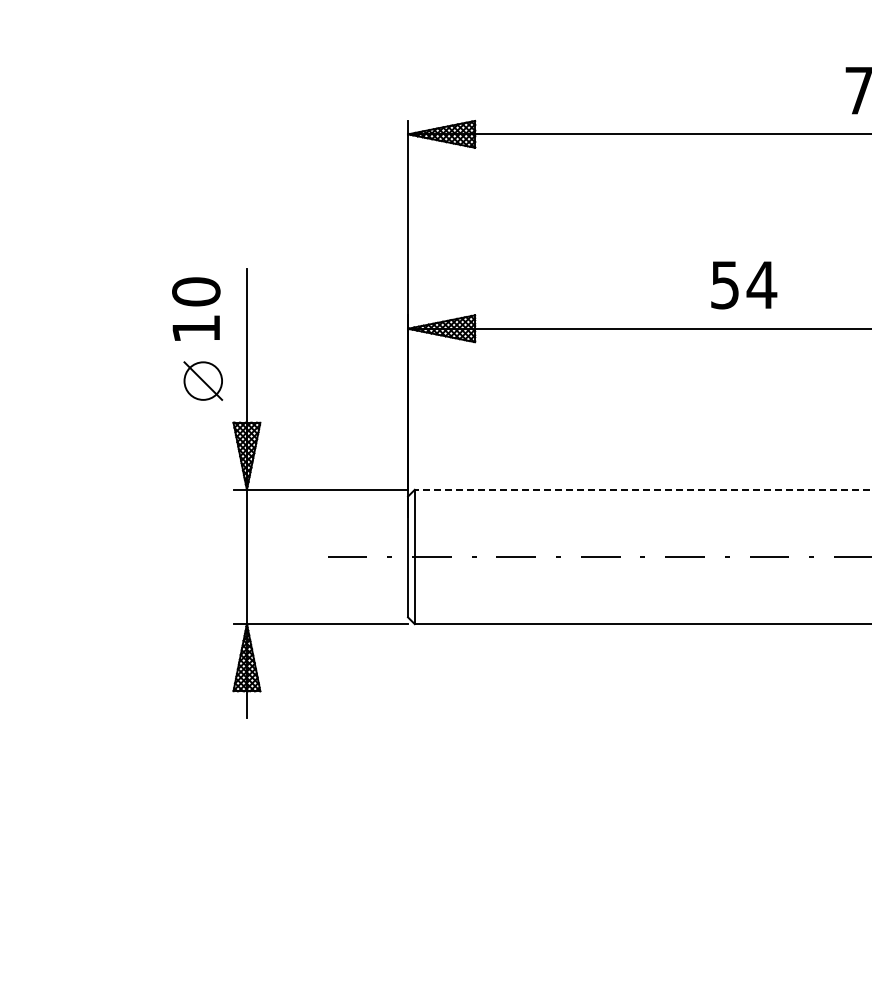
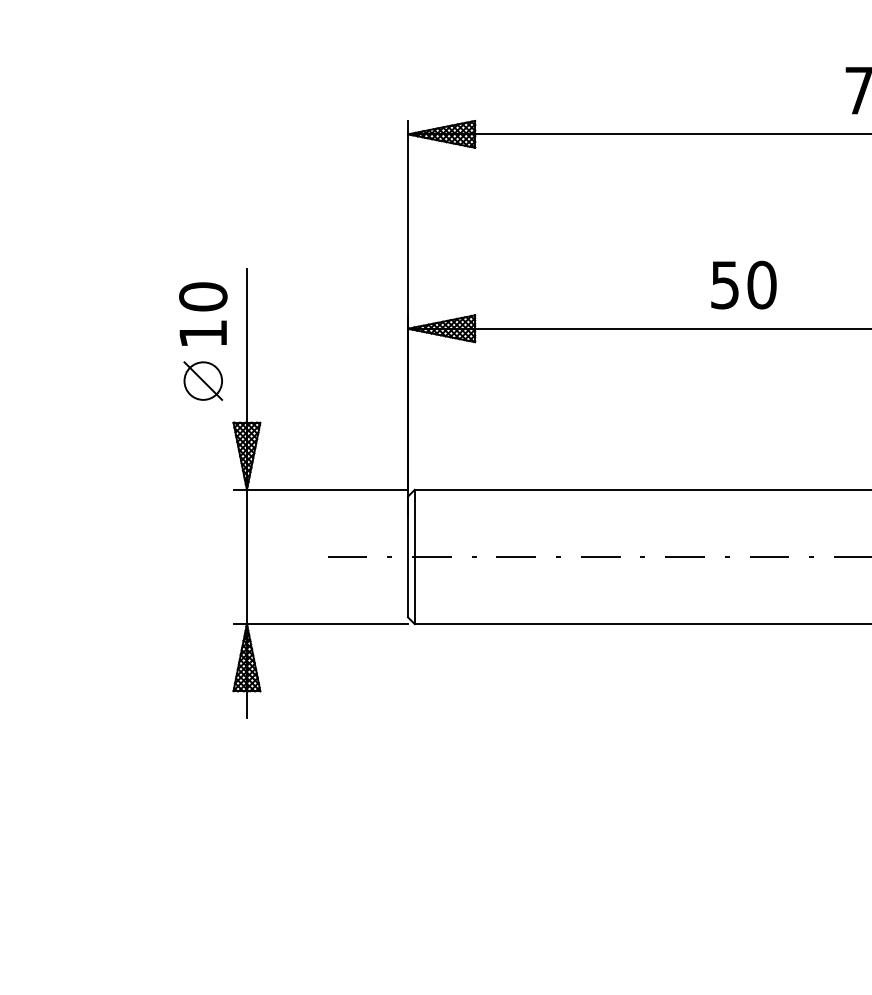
text at (761, 284): 54 -> 50
text at (196, 308) position: (196, 308) -> (203, 313)
line at (642, 489): dashed -> solid
